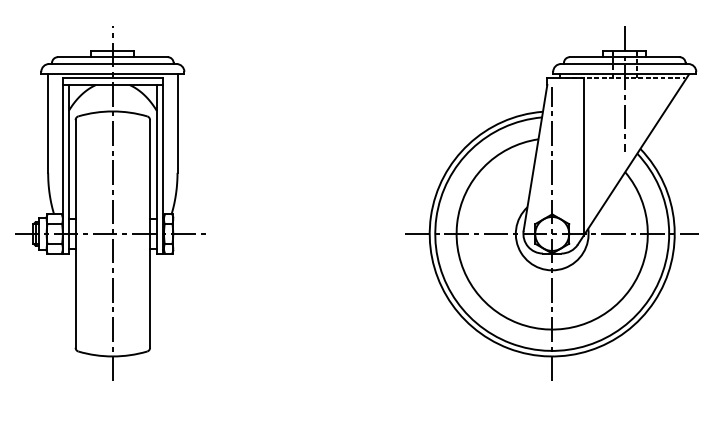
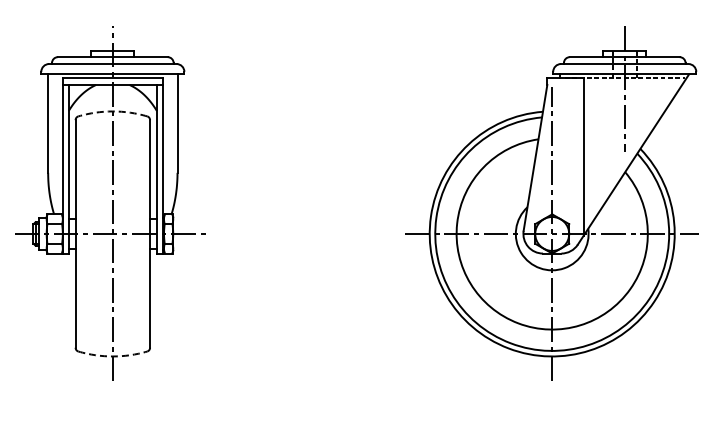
arc at (112, 111): solid -> dashed
arc at (112, 356): solid -> dashed
